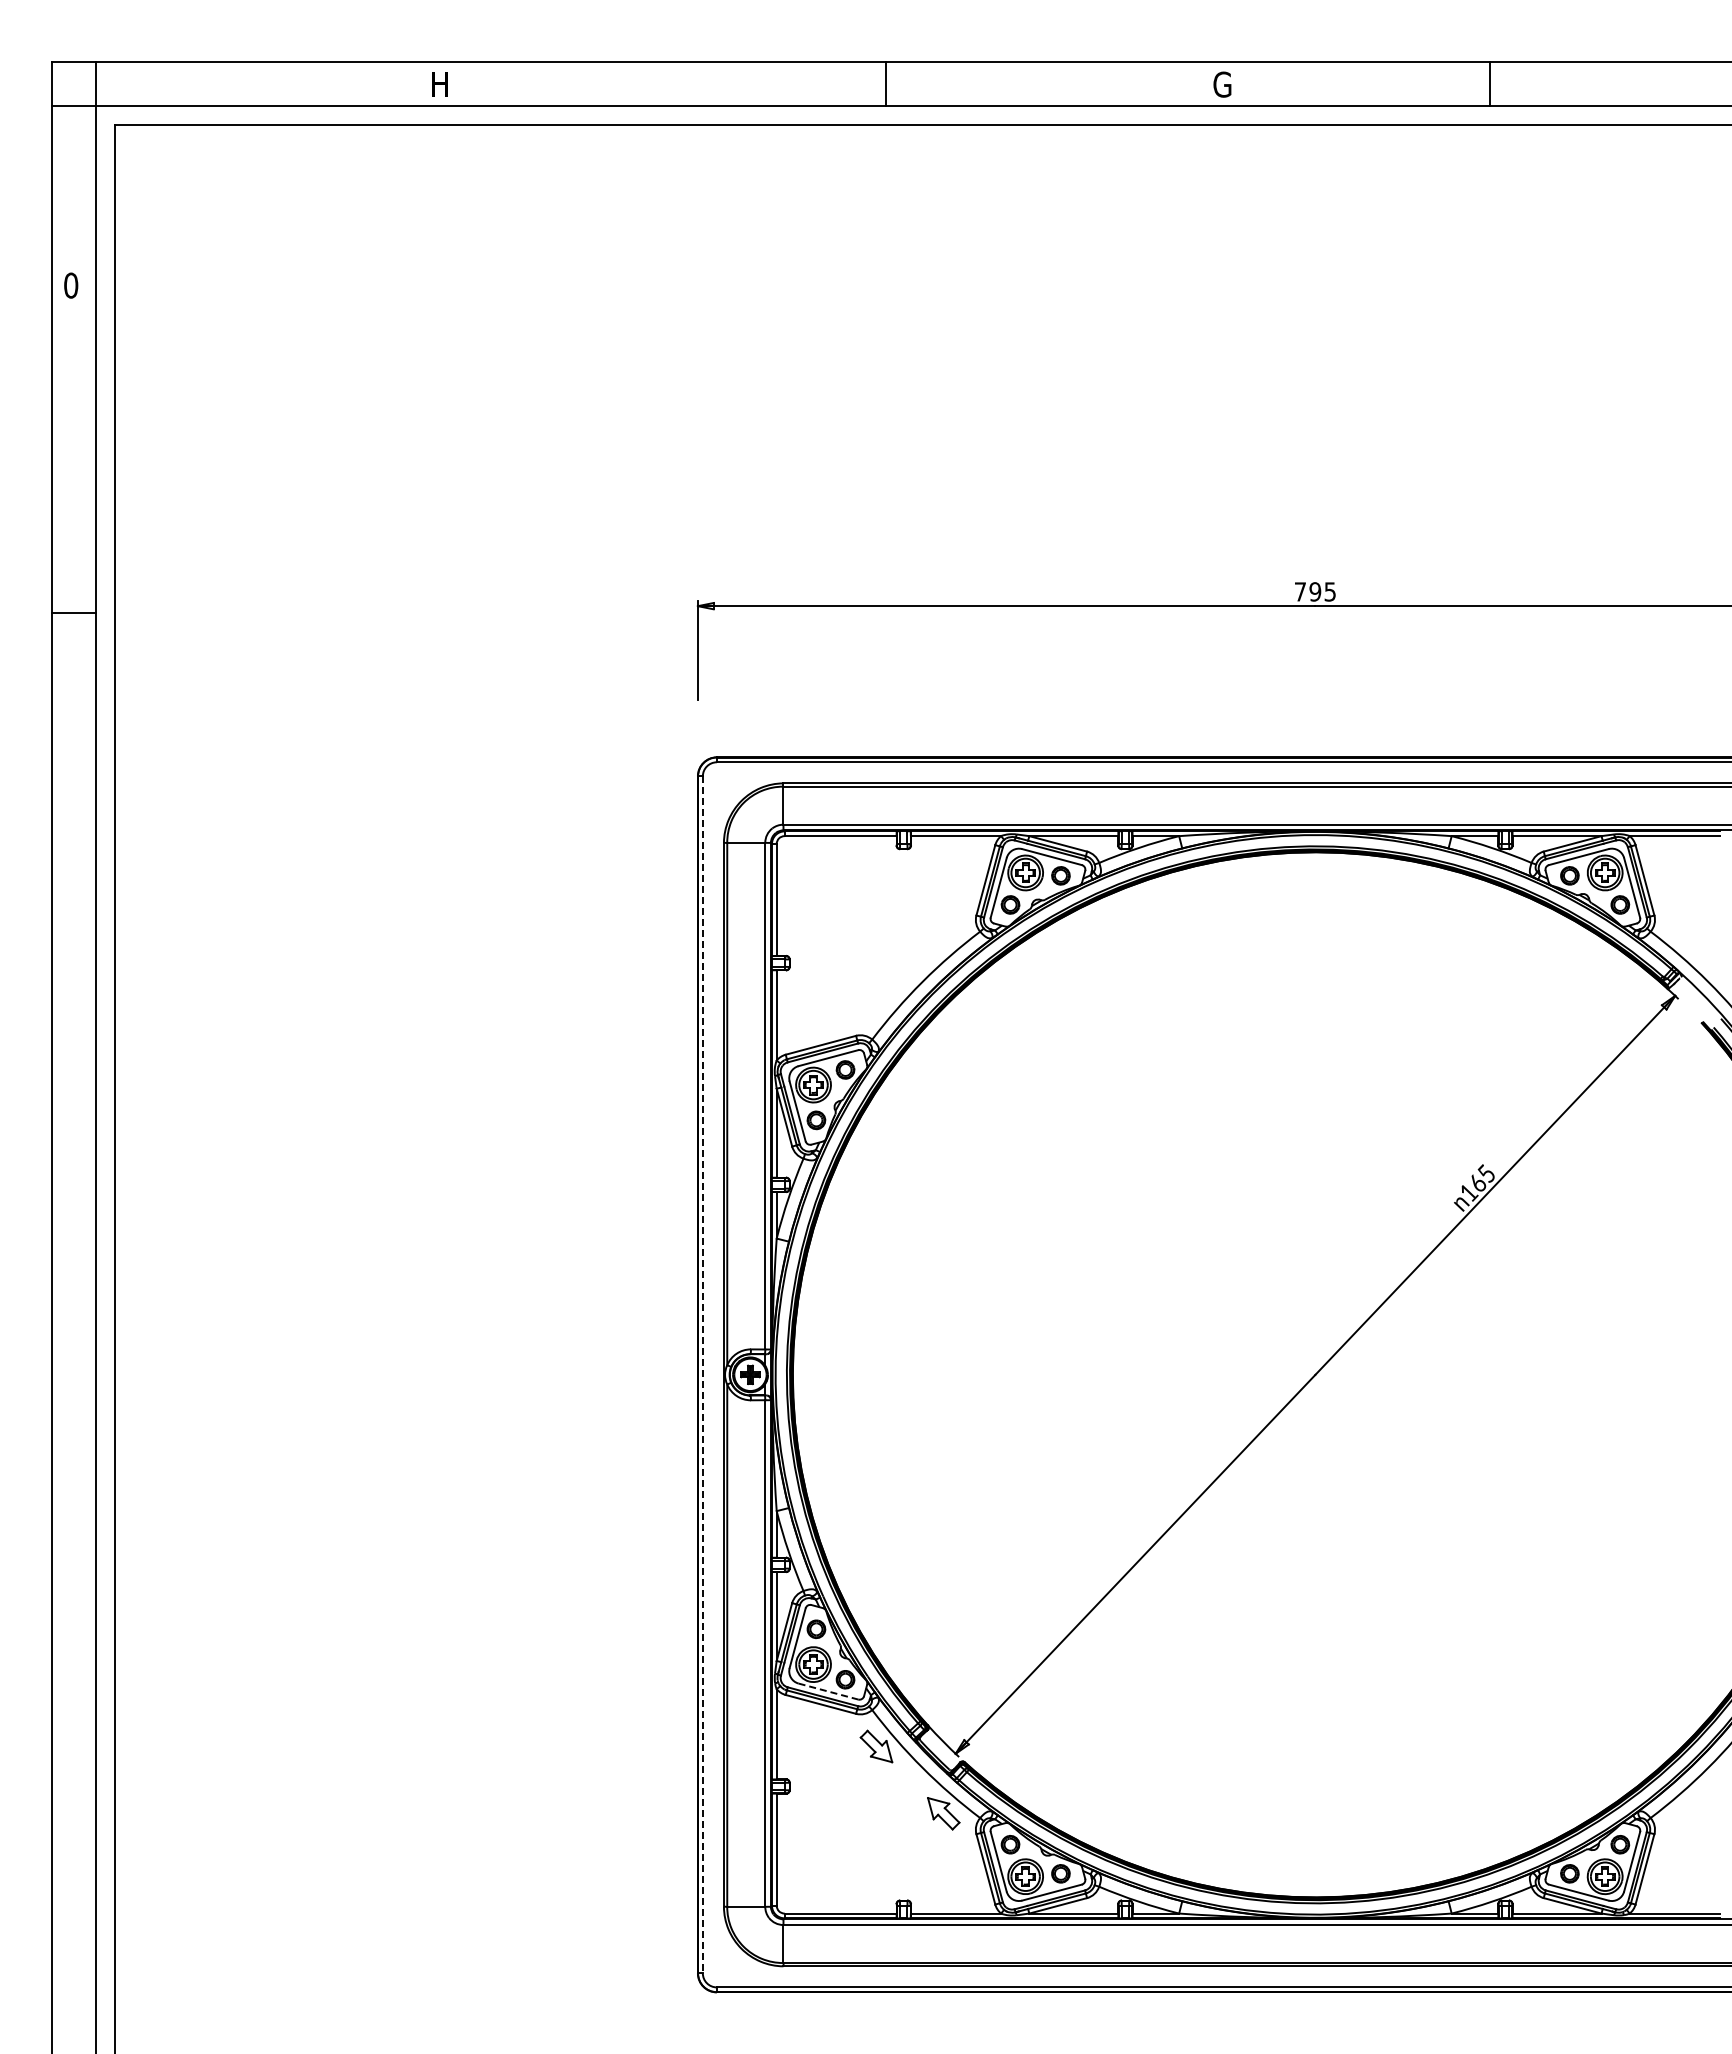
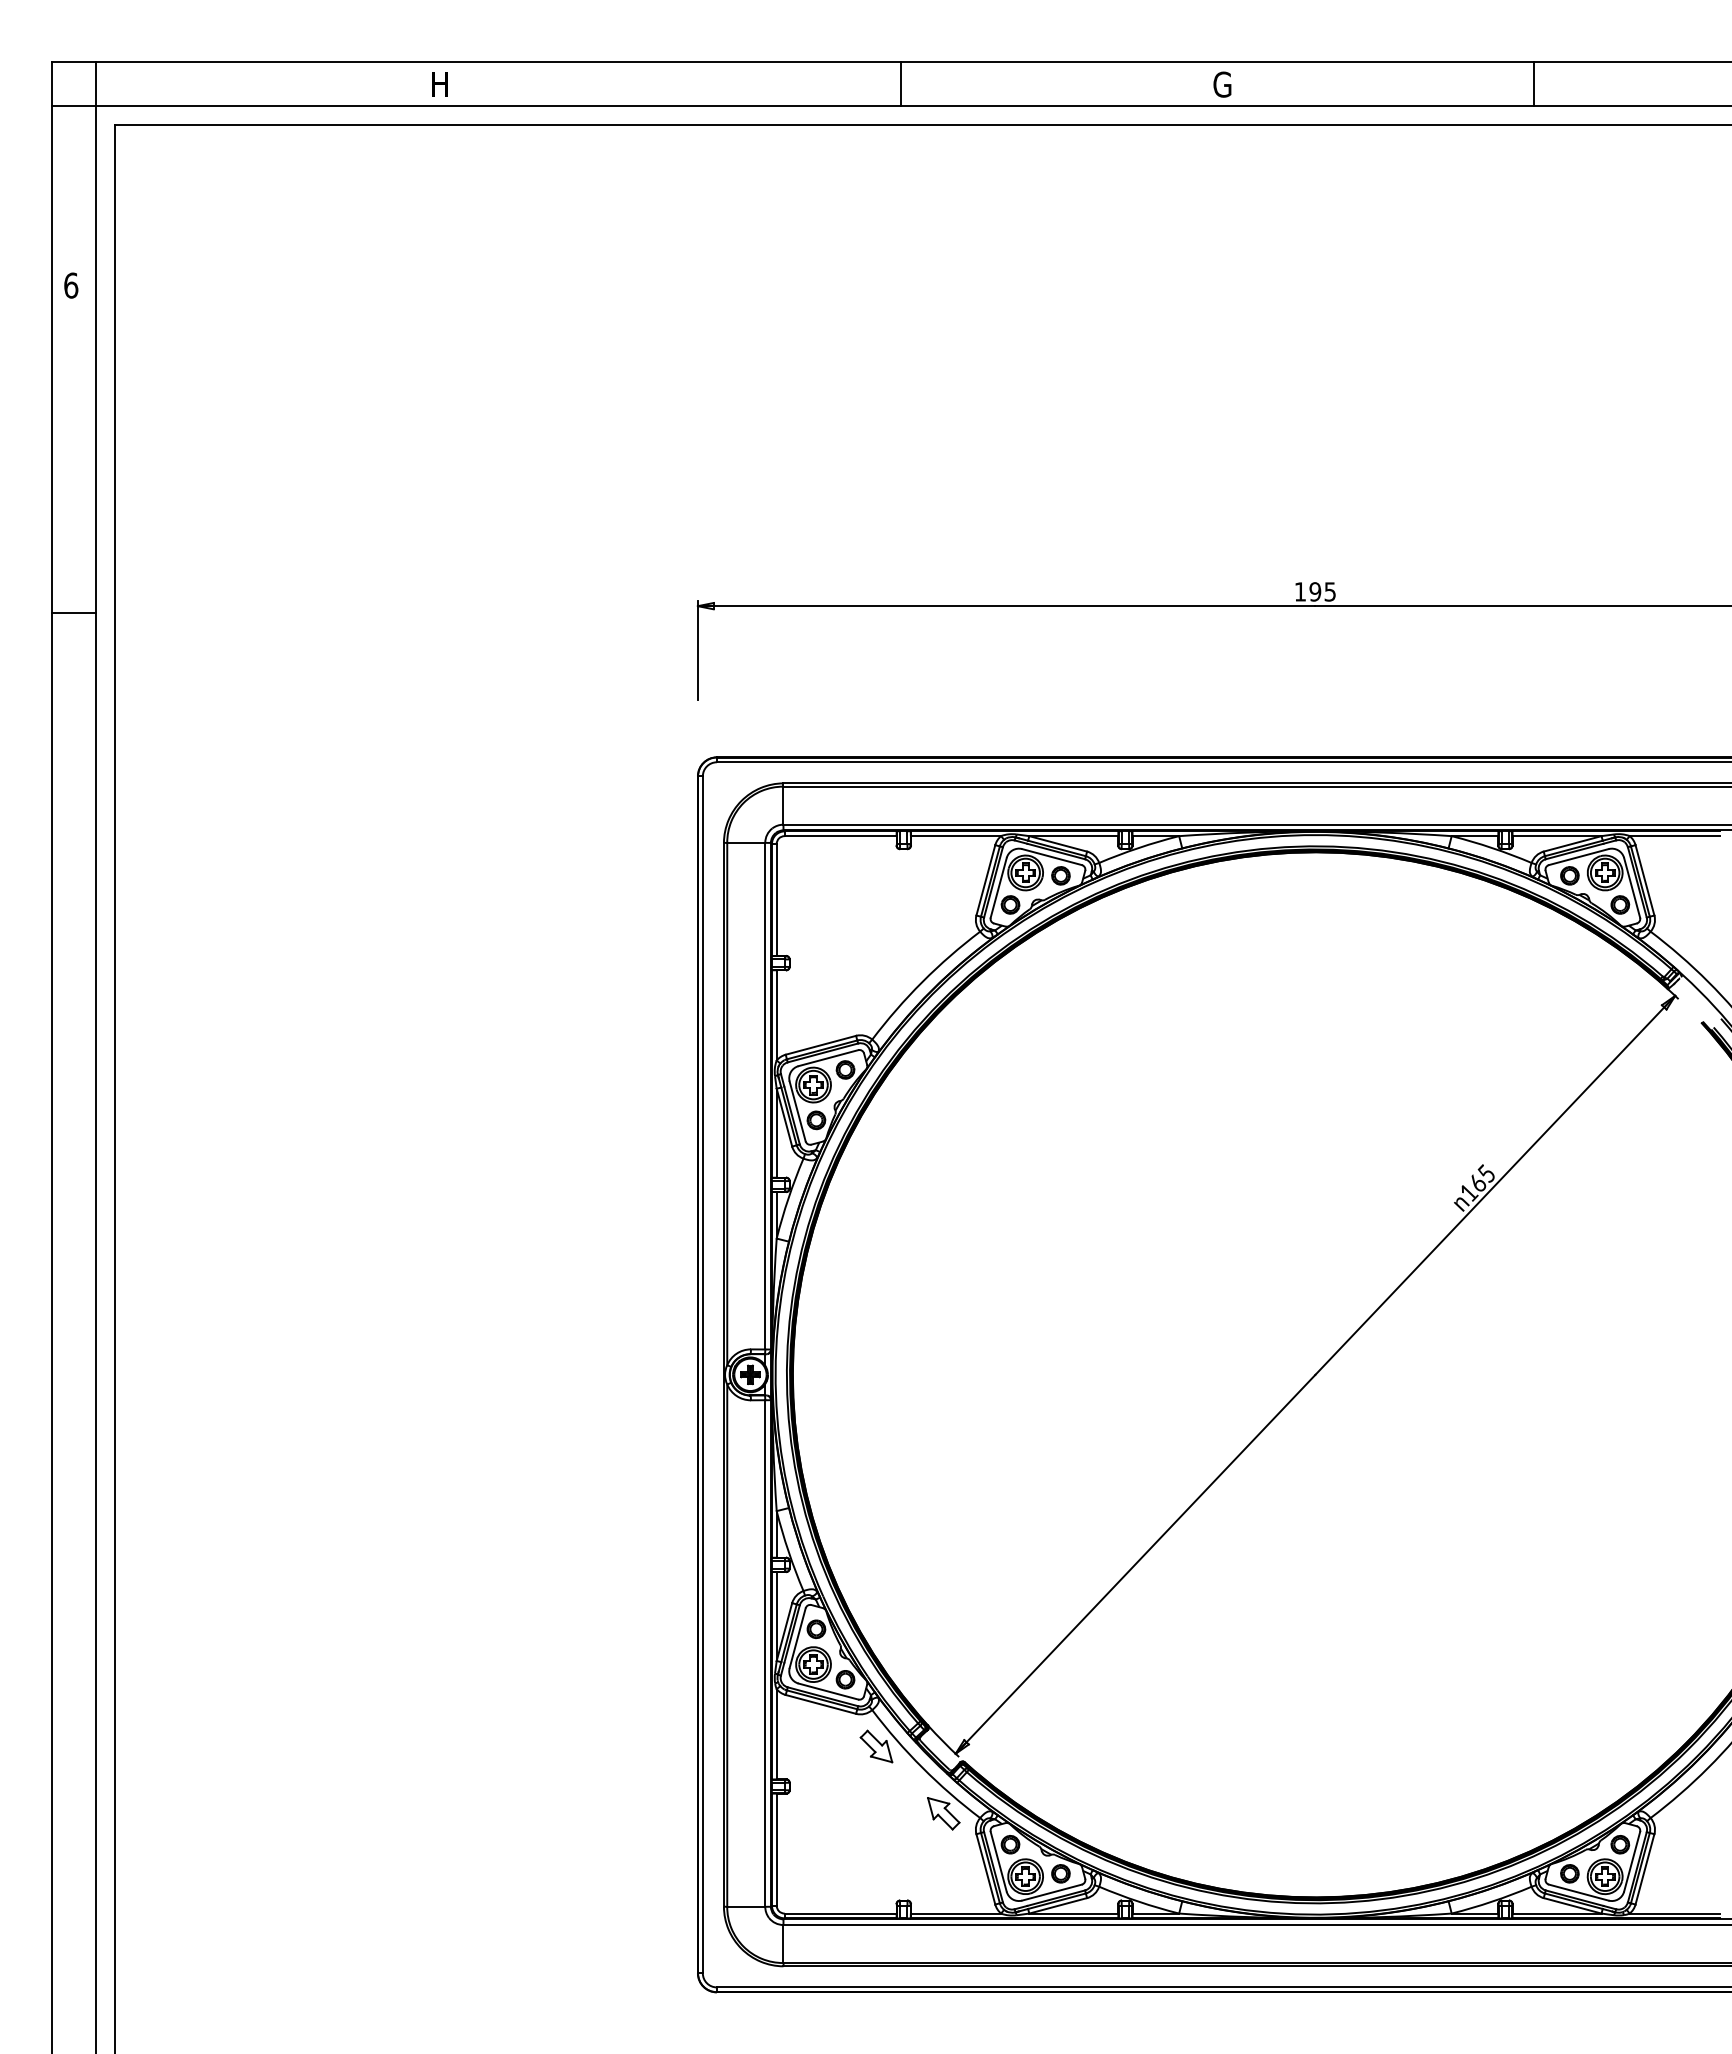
line at (885, 83) position: (885, 83) -> (900, 83)
line at (1489, 83) position: (1489, 83) -> (1533, 83)
text at (71, 285): 0 -> 6
text at (1300, 591): 795 -> 195
line at (702, 1374): dashed -> solid
line at (828, 1691): dashed -> solid
